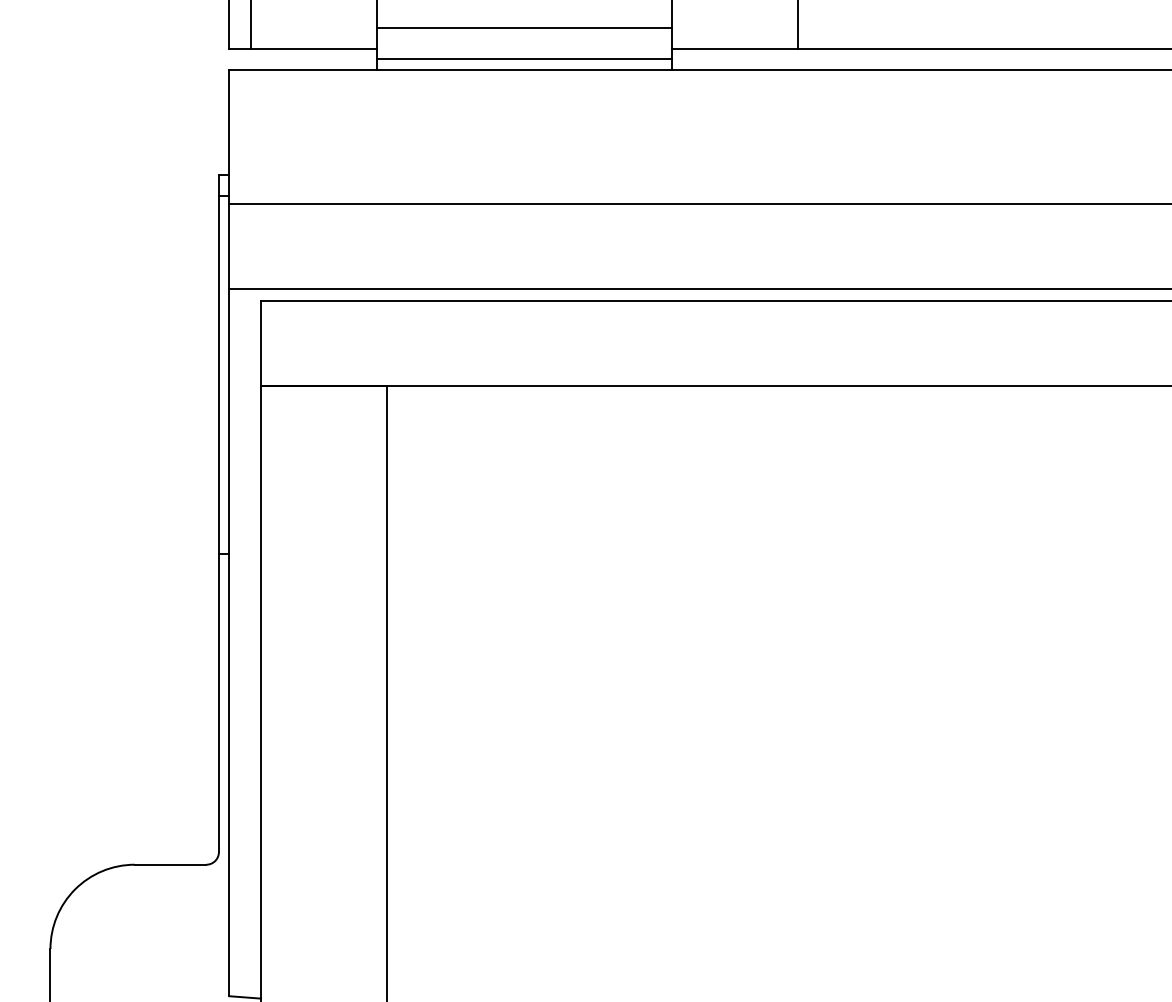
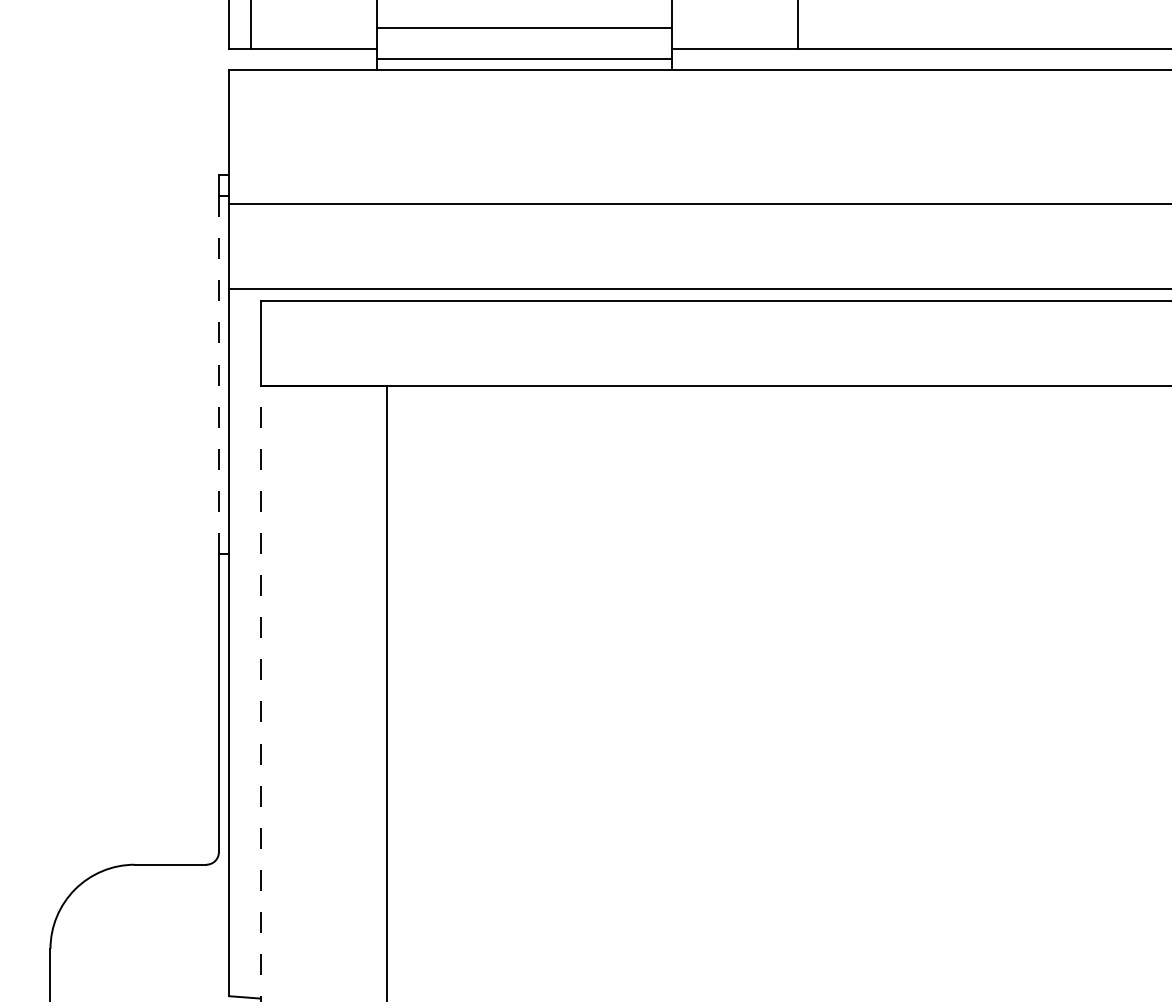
line at (218, 375): solid -> dashed
line at (261, 692): solid -> dashed
